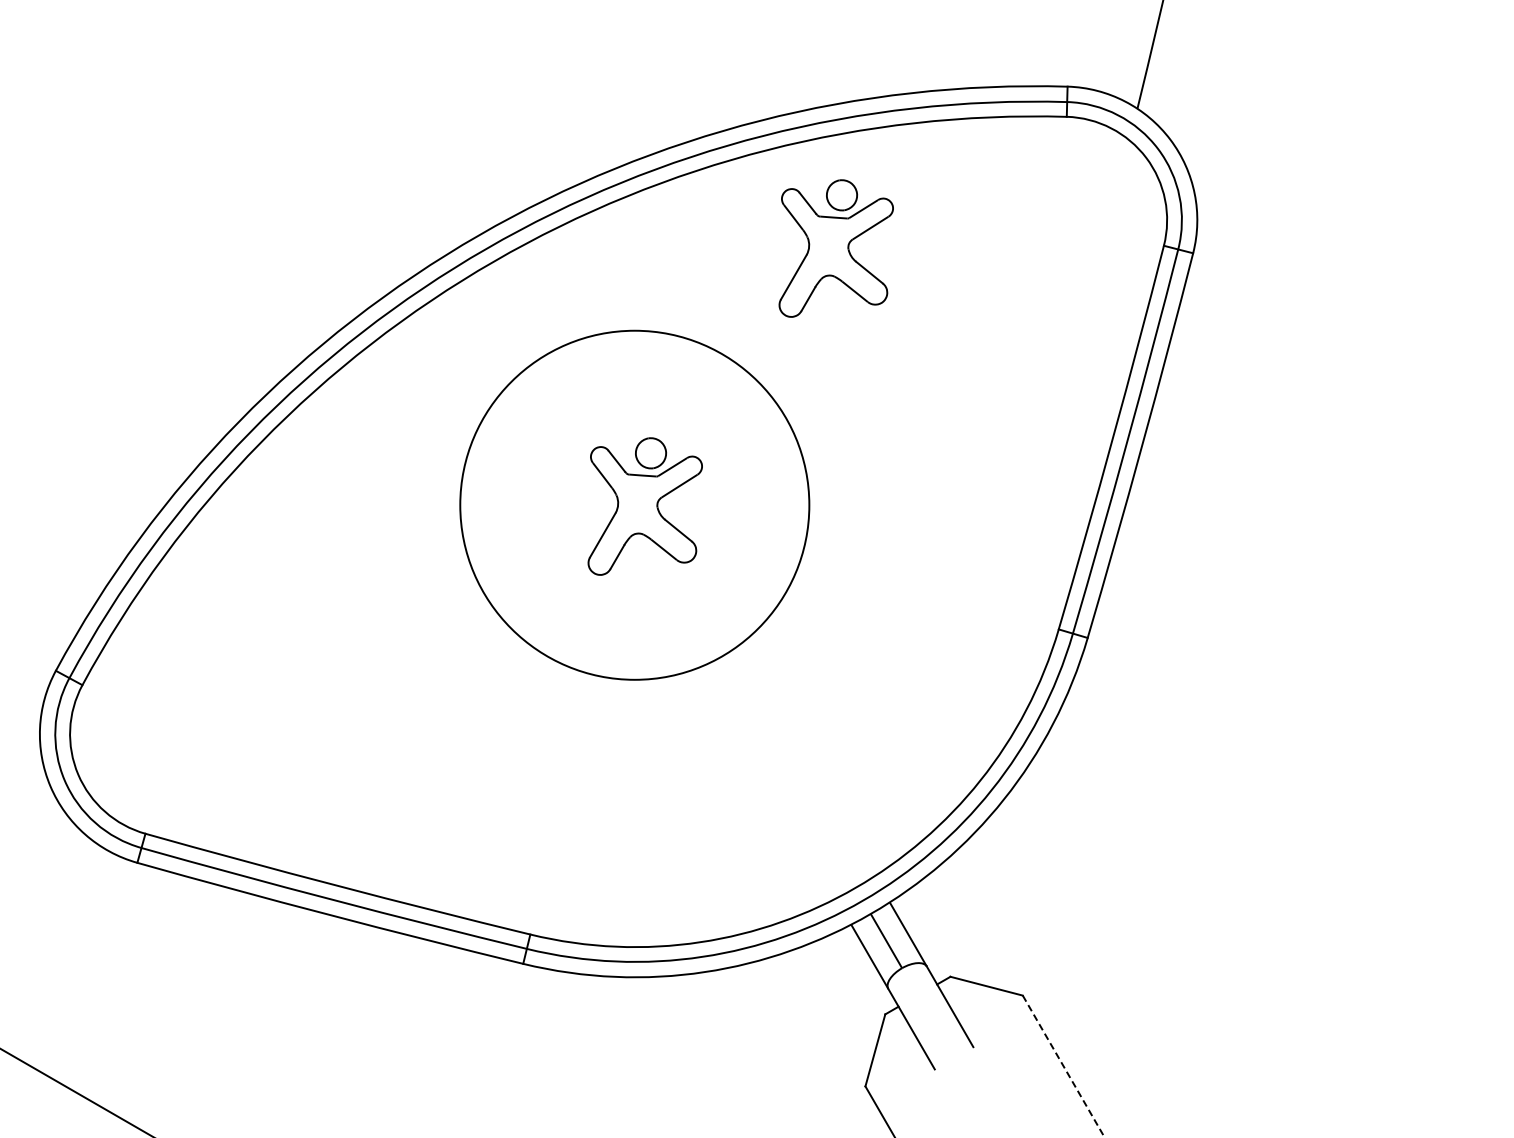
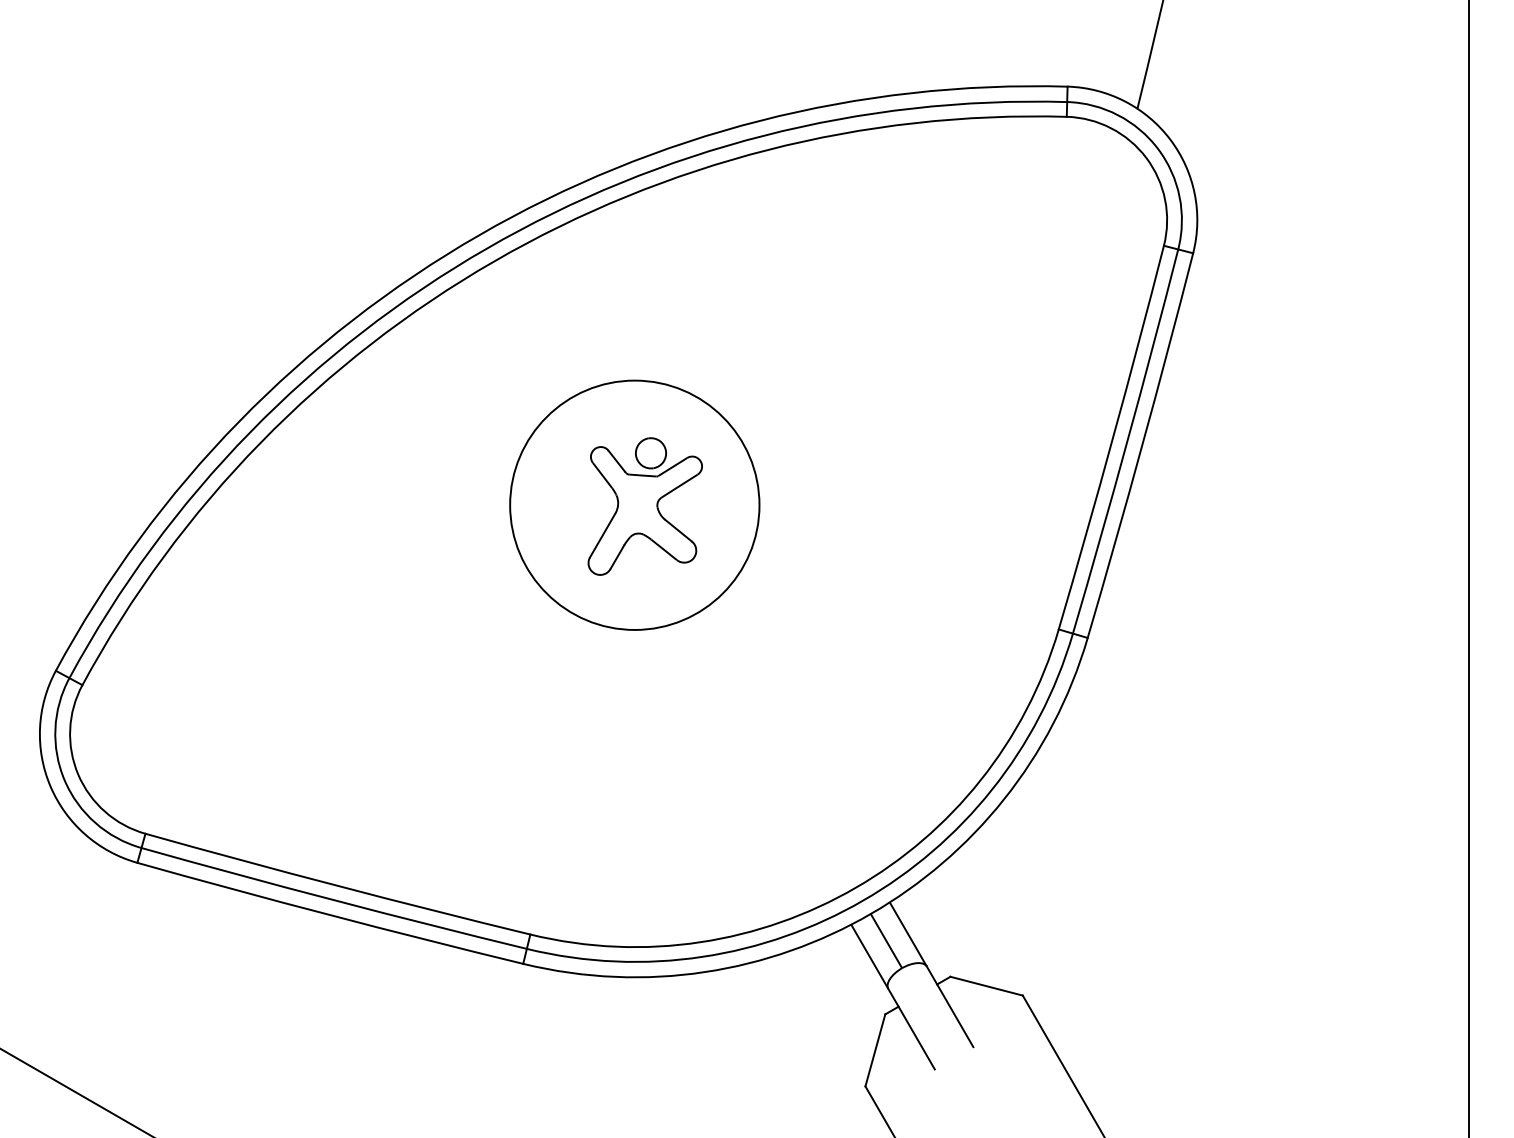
part at (835, 248): present -> none
circle at (634, 504) diameter: 349 px -> 249 px
line at (1468, 568): none -> present
line at (1063, 1066): dashed -> solid
